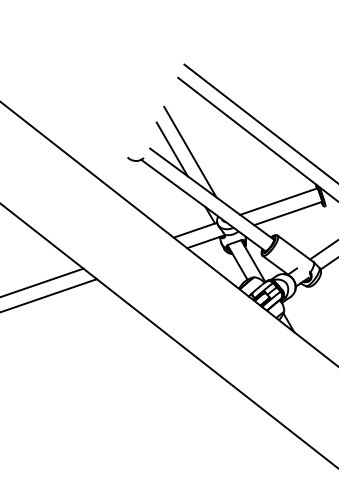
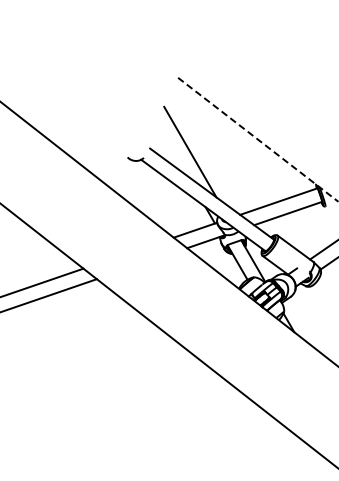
line at (259, 122): present -> none
line at (258, 140): solid -> dashed
line at (171, 149): present -> none
